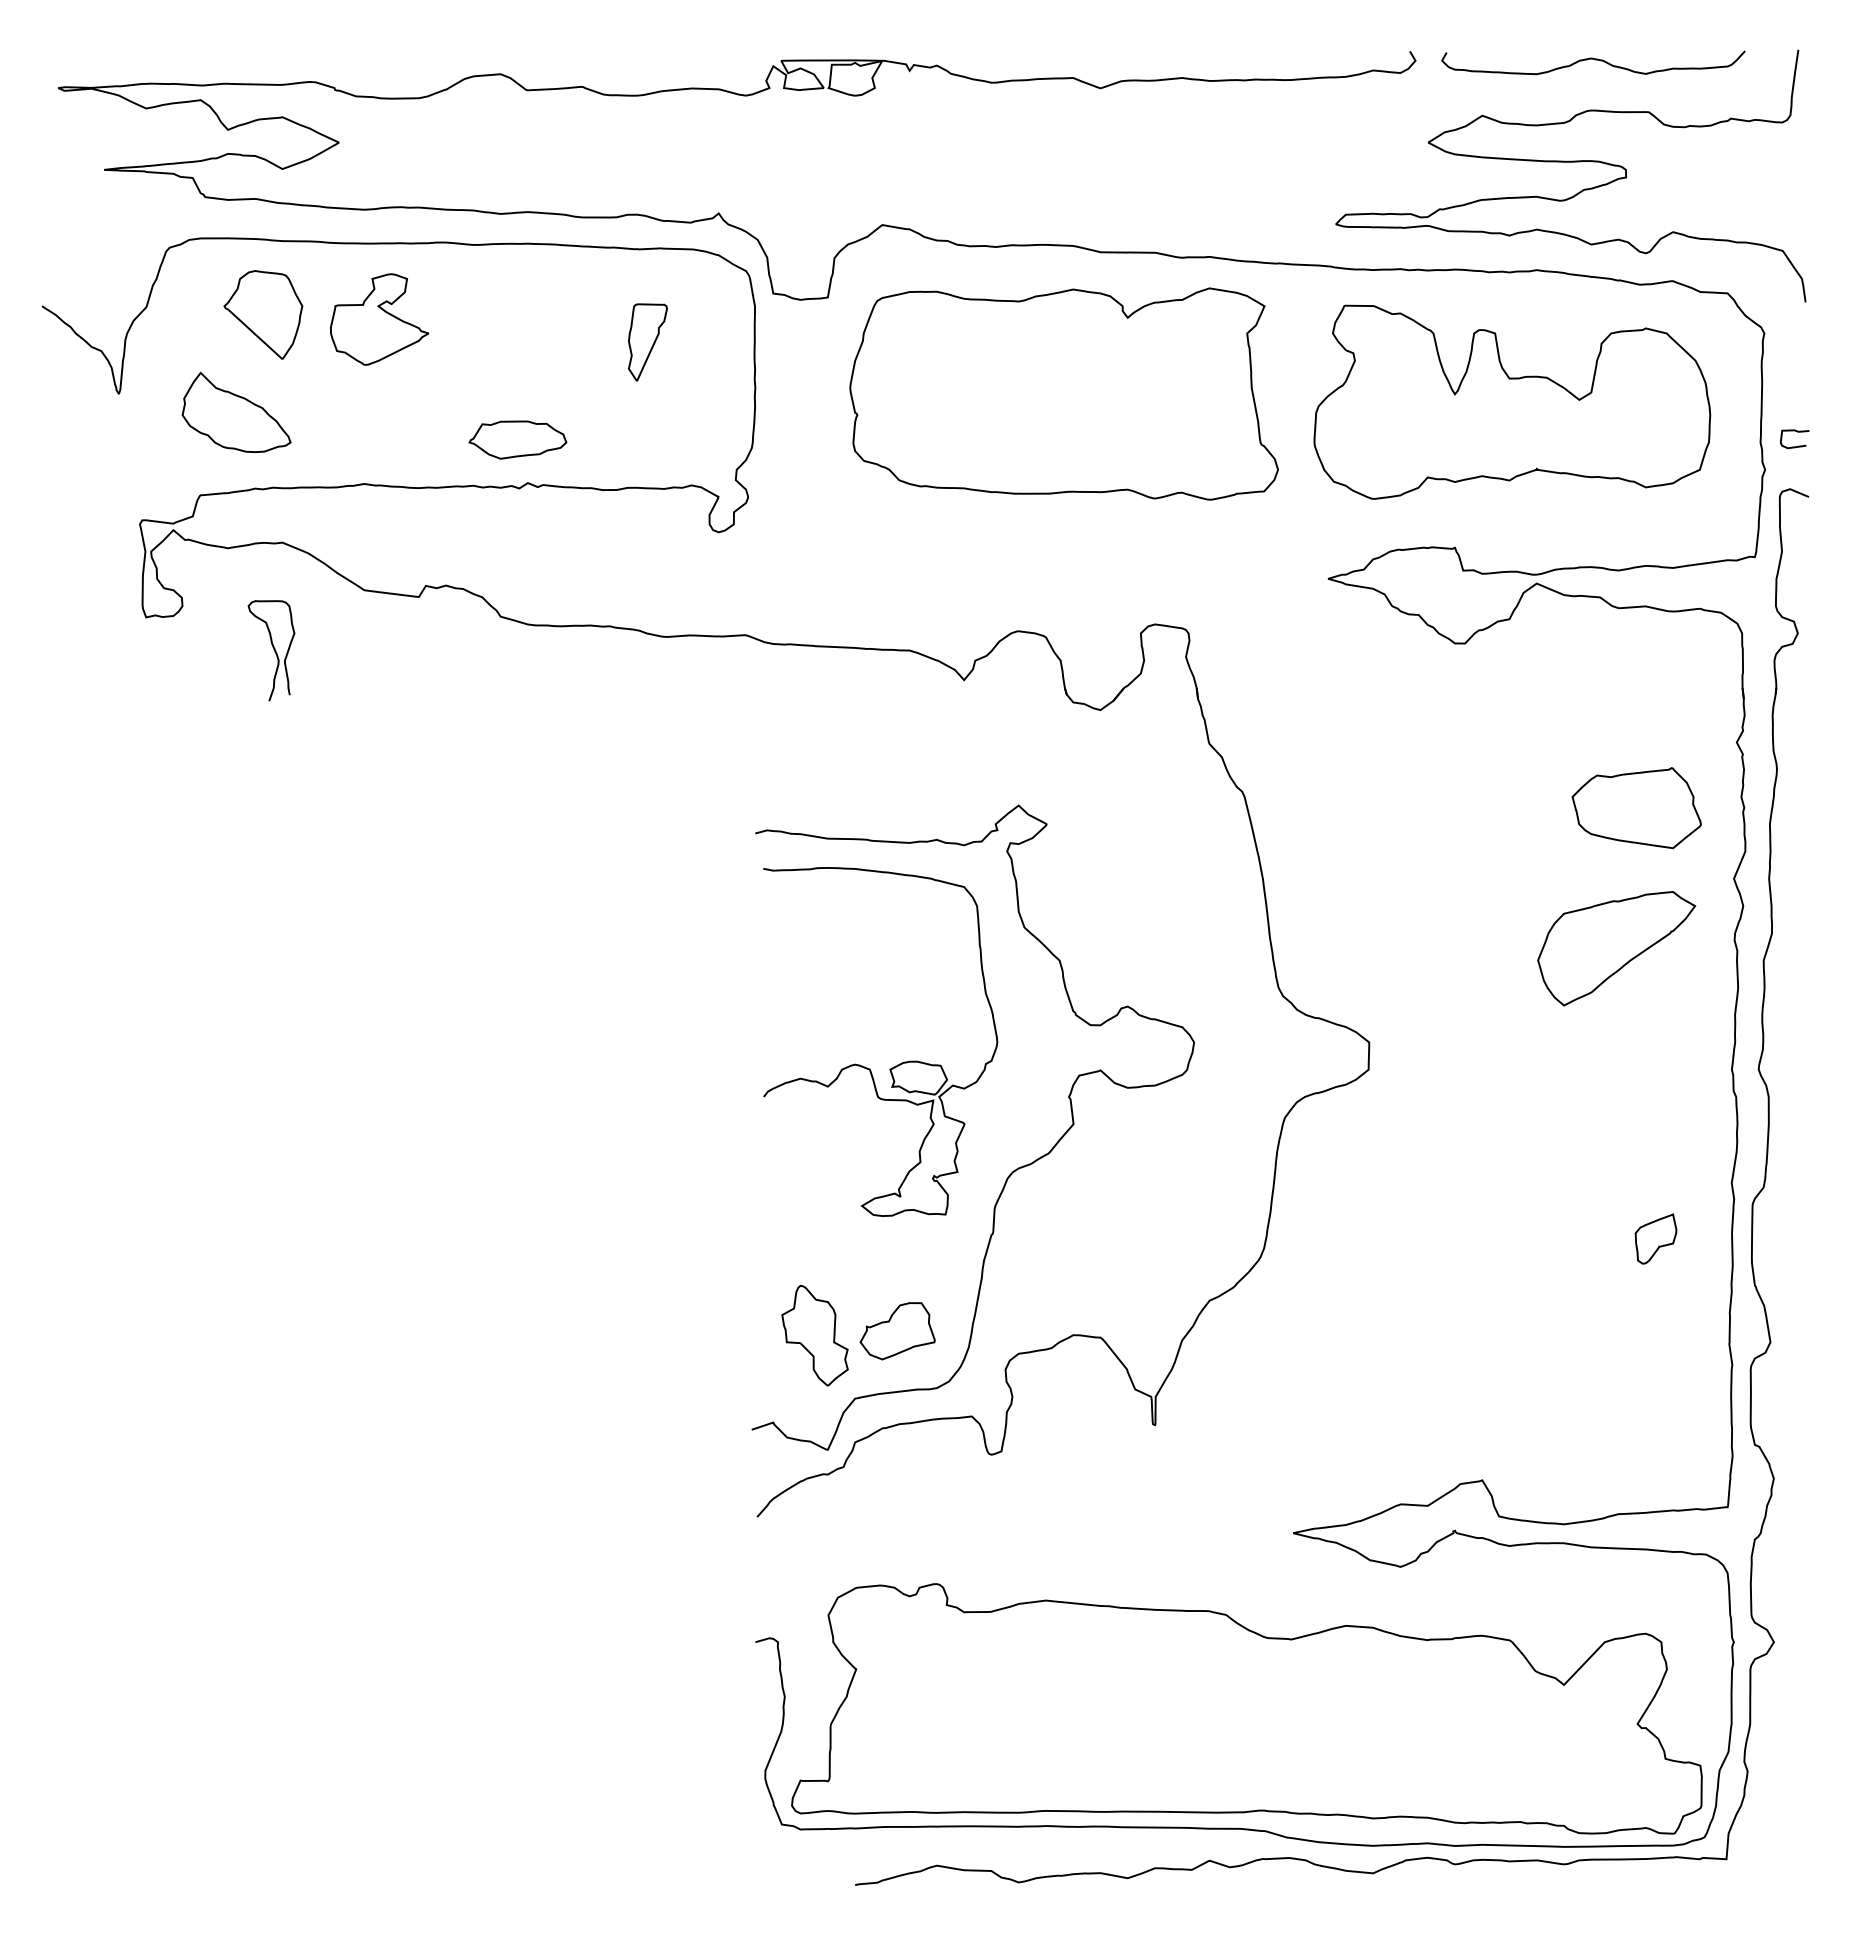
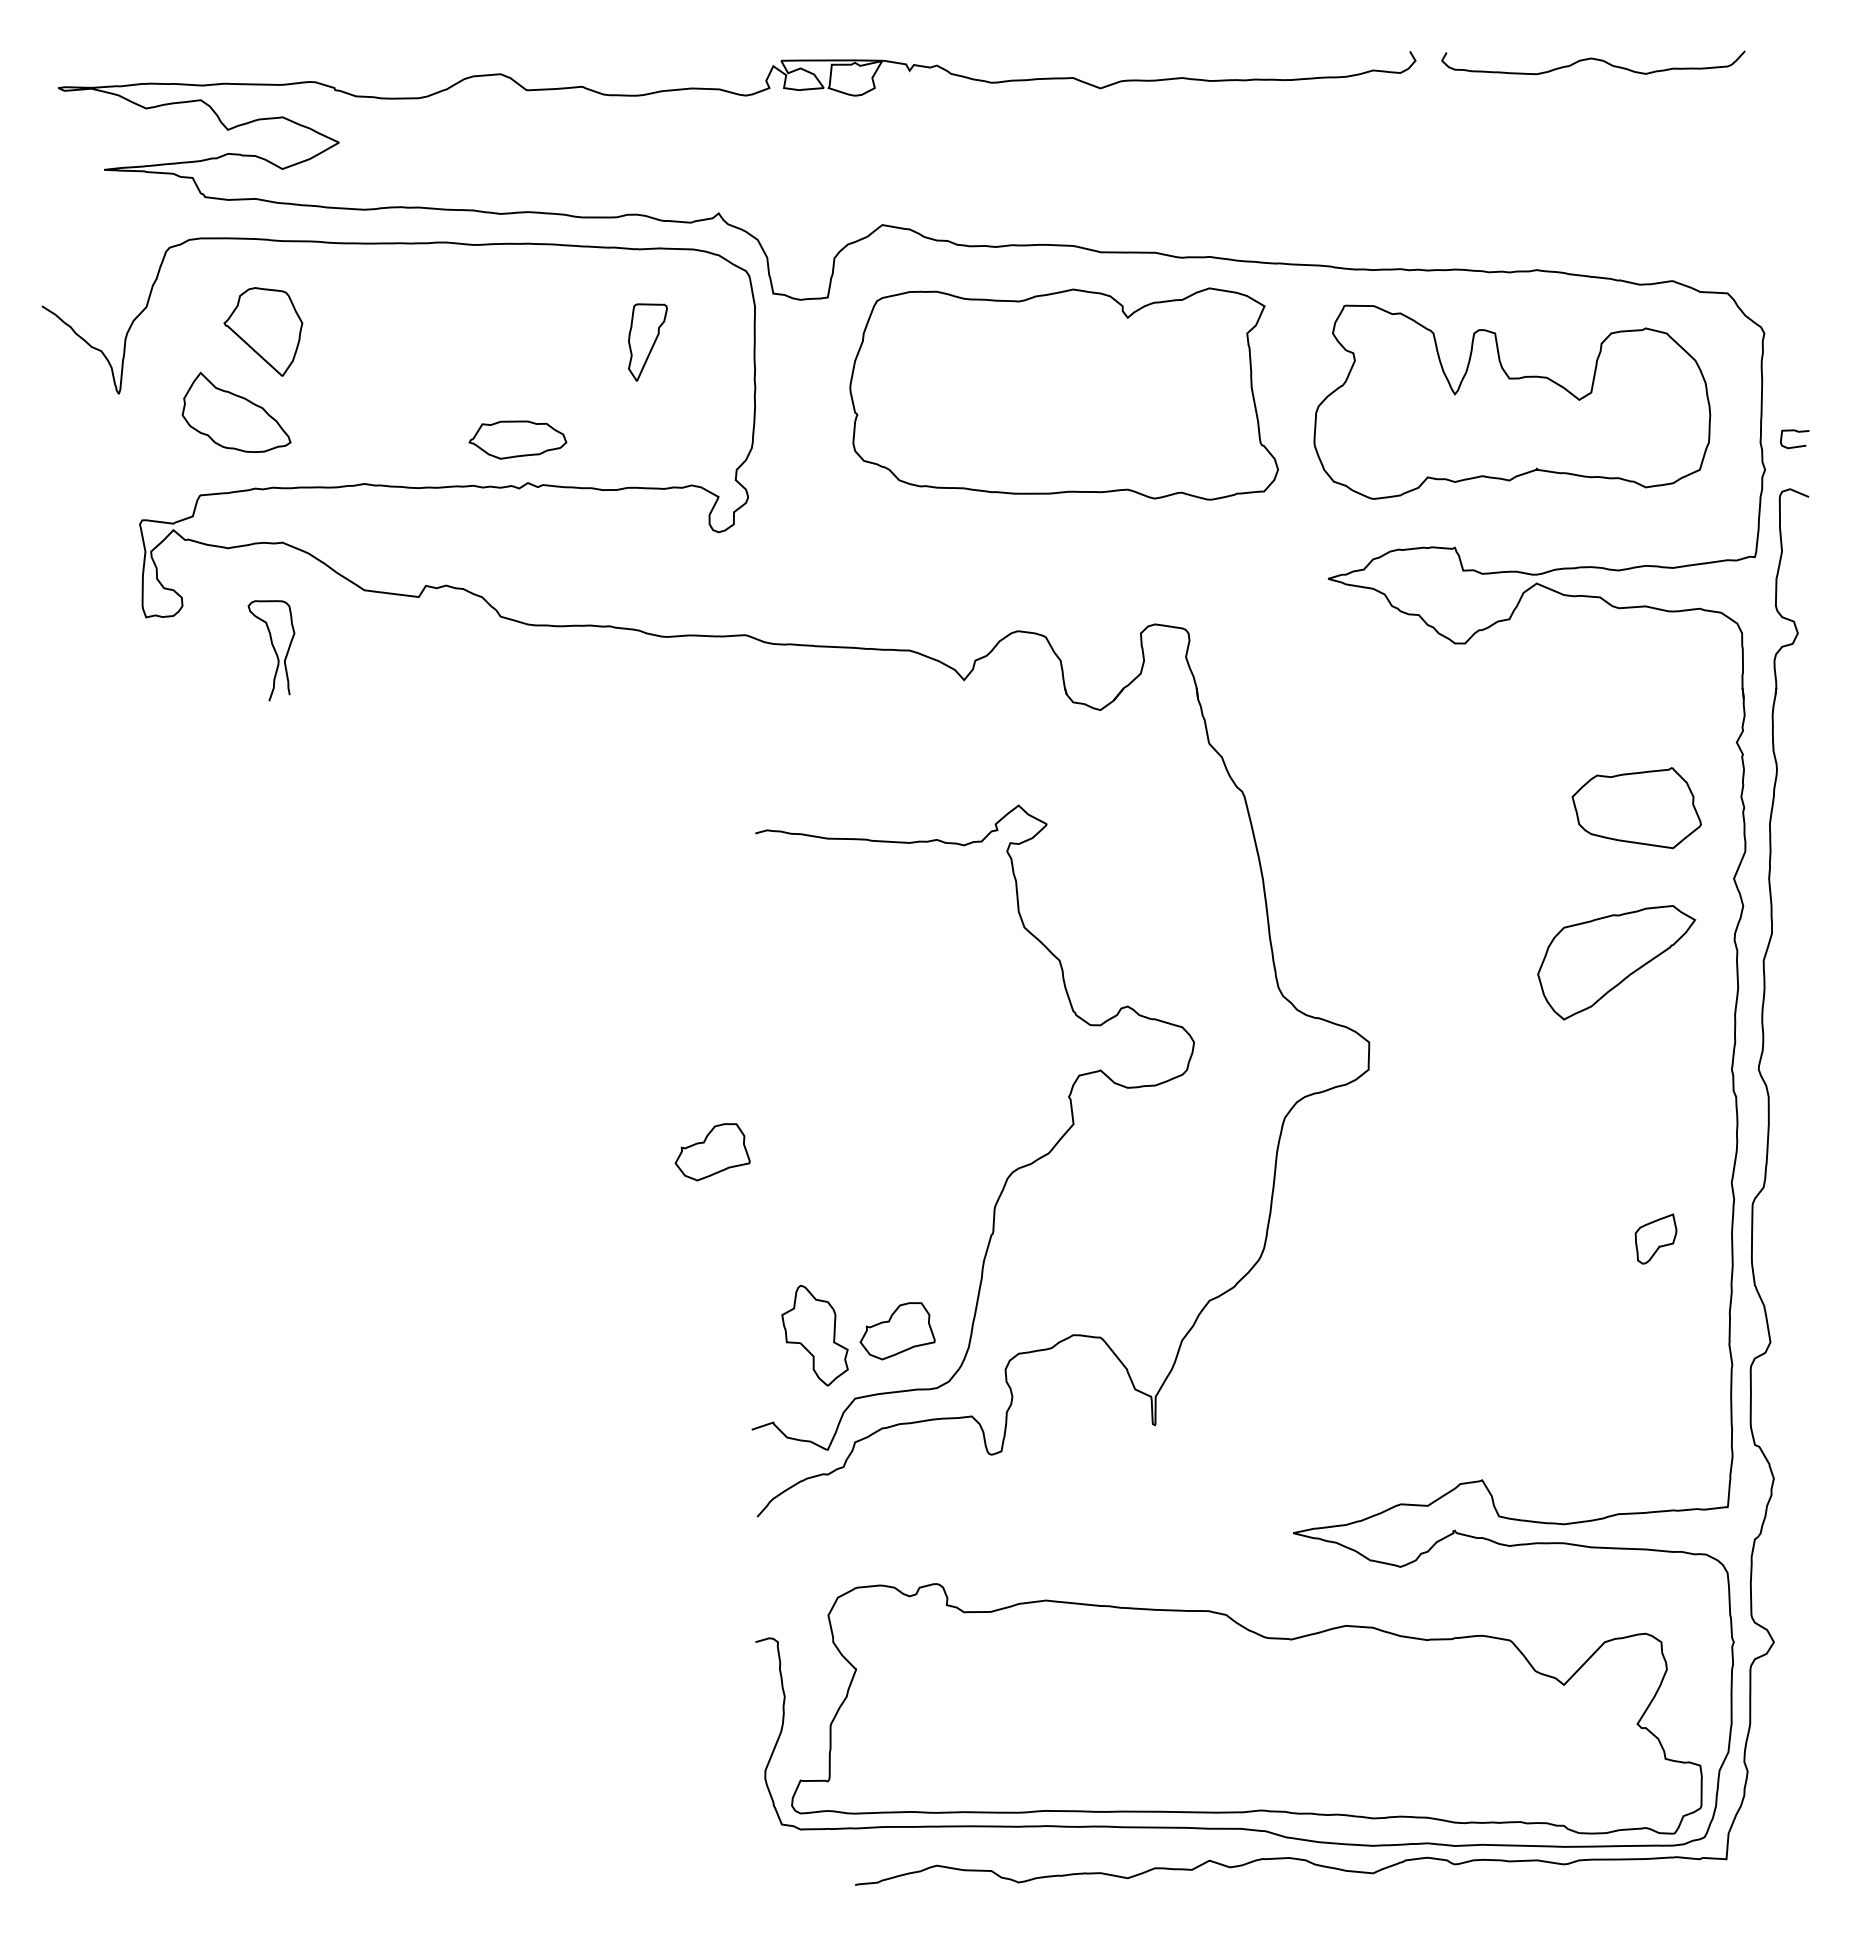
curve at (1570, 162): present -> none
part at (263, 314) position: (263, 314) -> (263, 331)
part at (379, 319): present -> none
part at (1616, 948) position: (1616, 948) -> (1616, 962)
part at (895, 1065): present -> none
part at (712, 1152): none -> present
